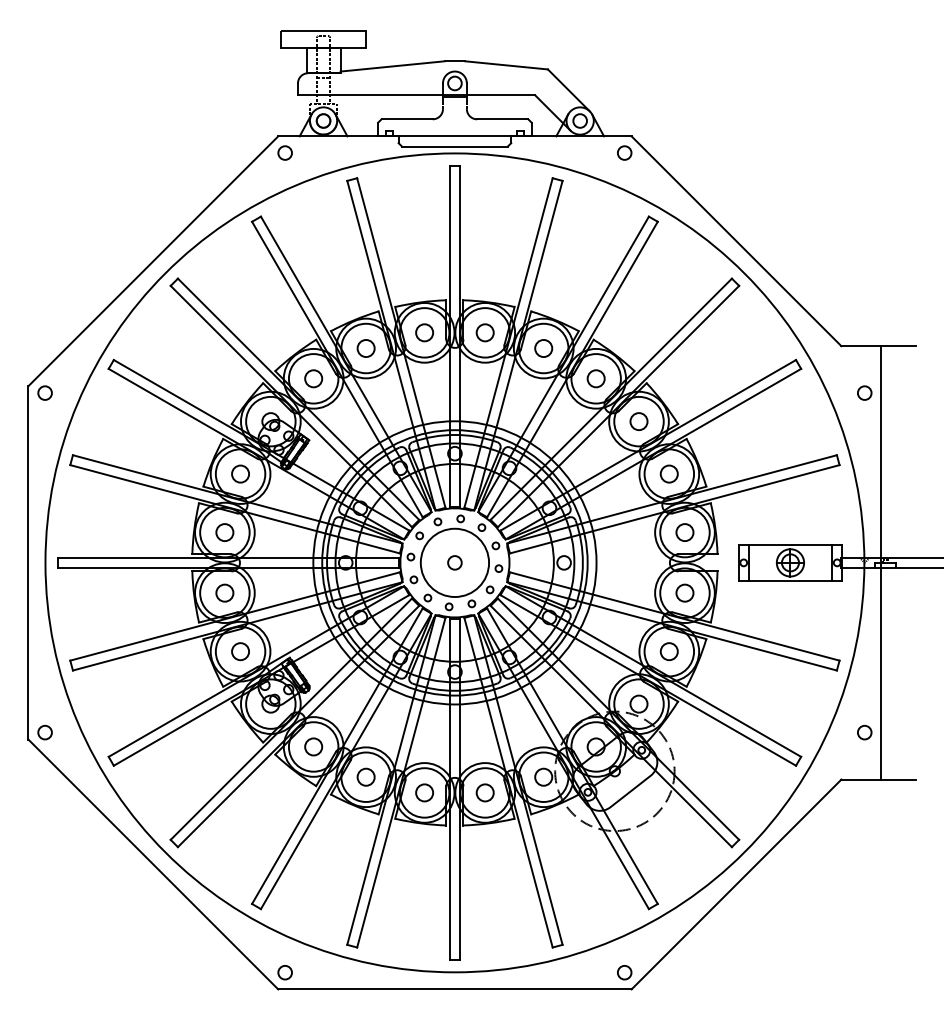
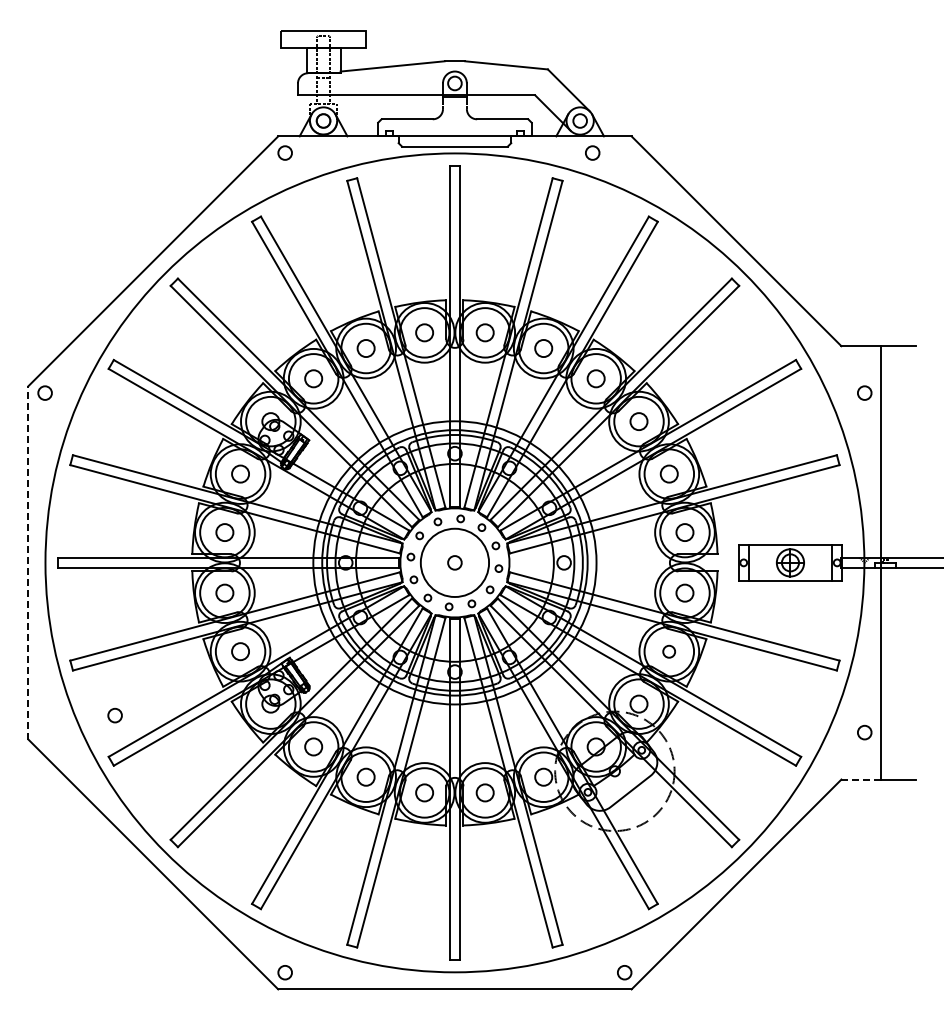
circle at (624, 152) position: (624, 152) -> (592, 152)
line at (28, 562): solid -> dashed
circle at (668, 651) size: 20x20 px -> 14x15 px
circle at (44, 732) position: (44, 732) -> (114, 715)
line at (861, 779): solid -> dashed
